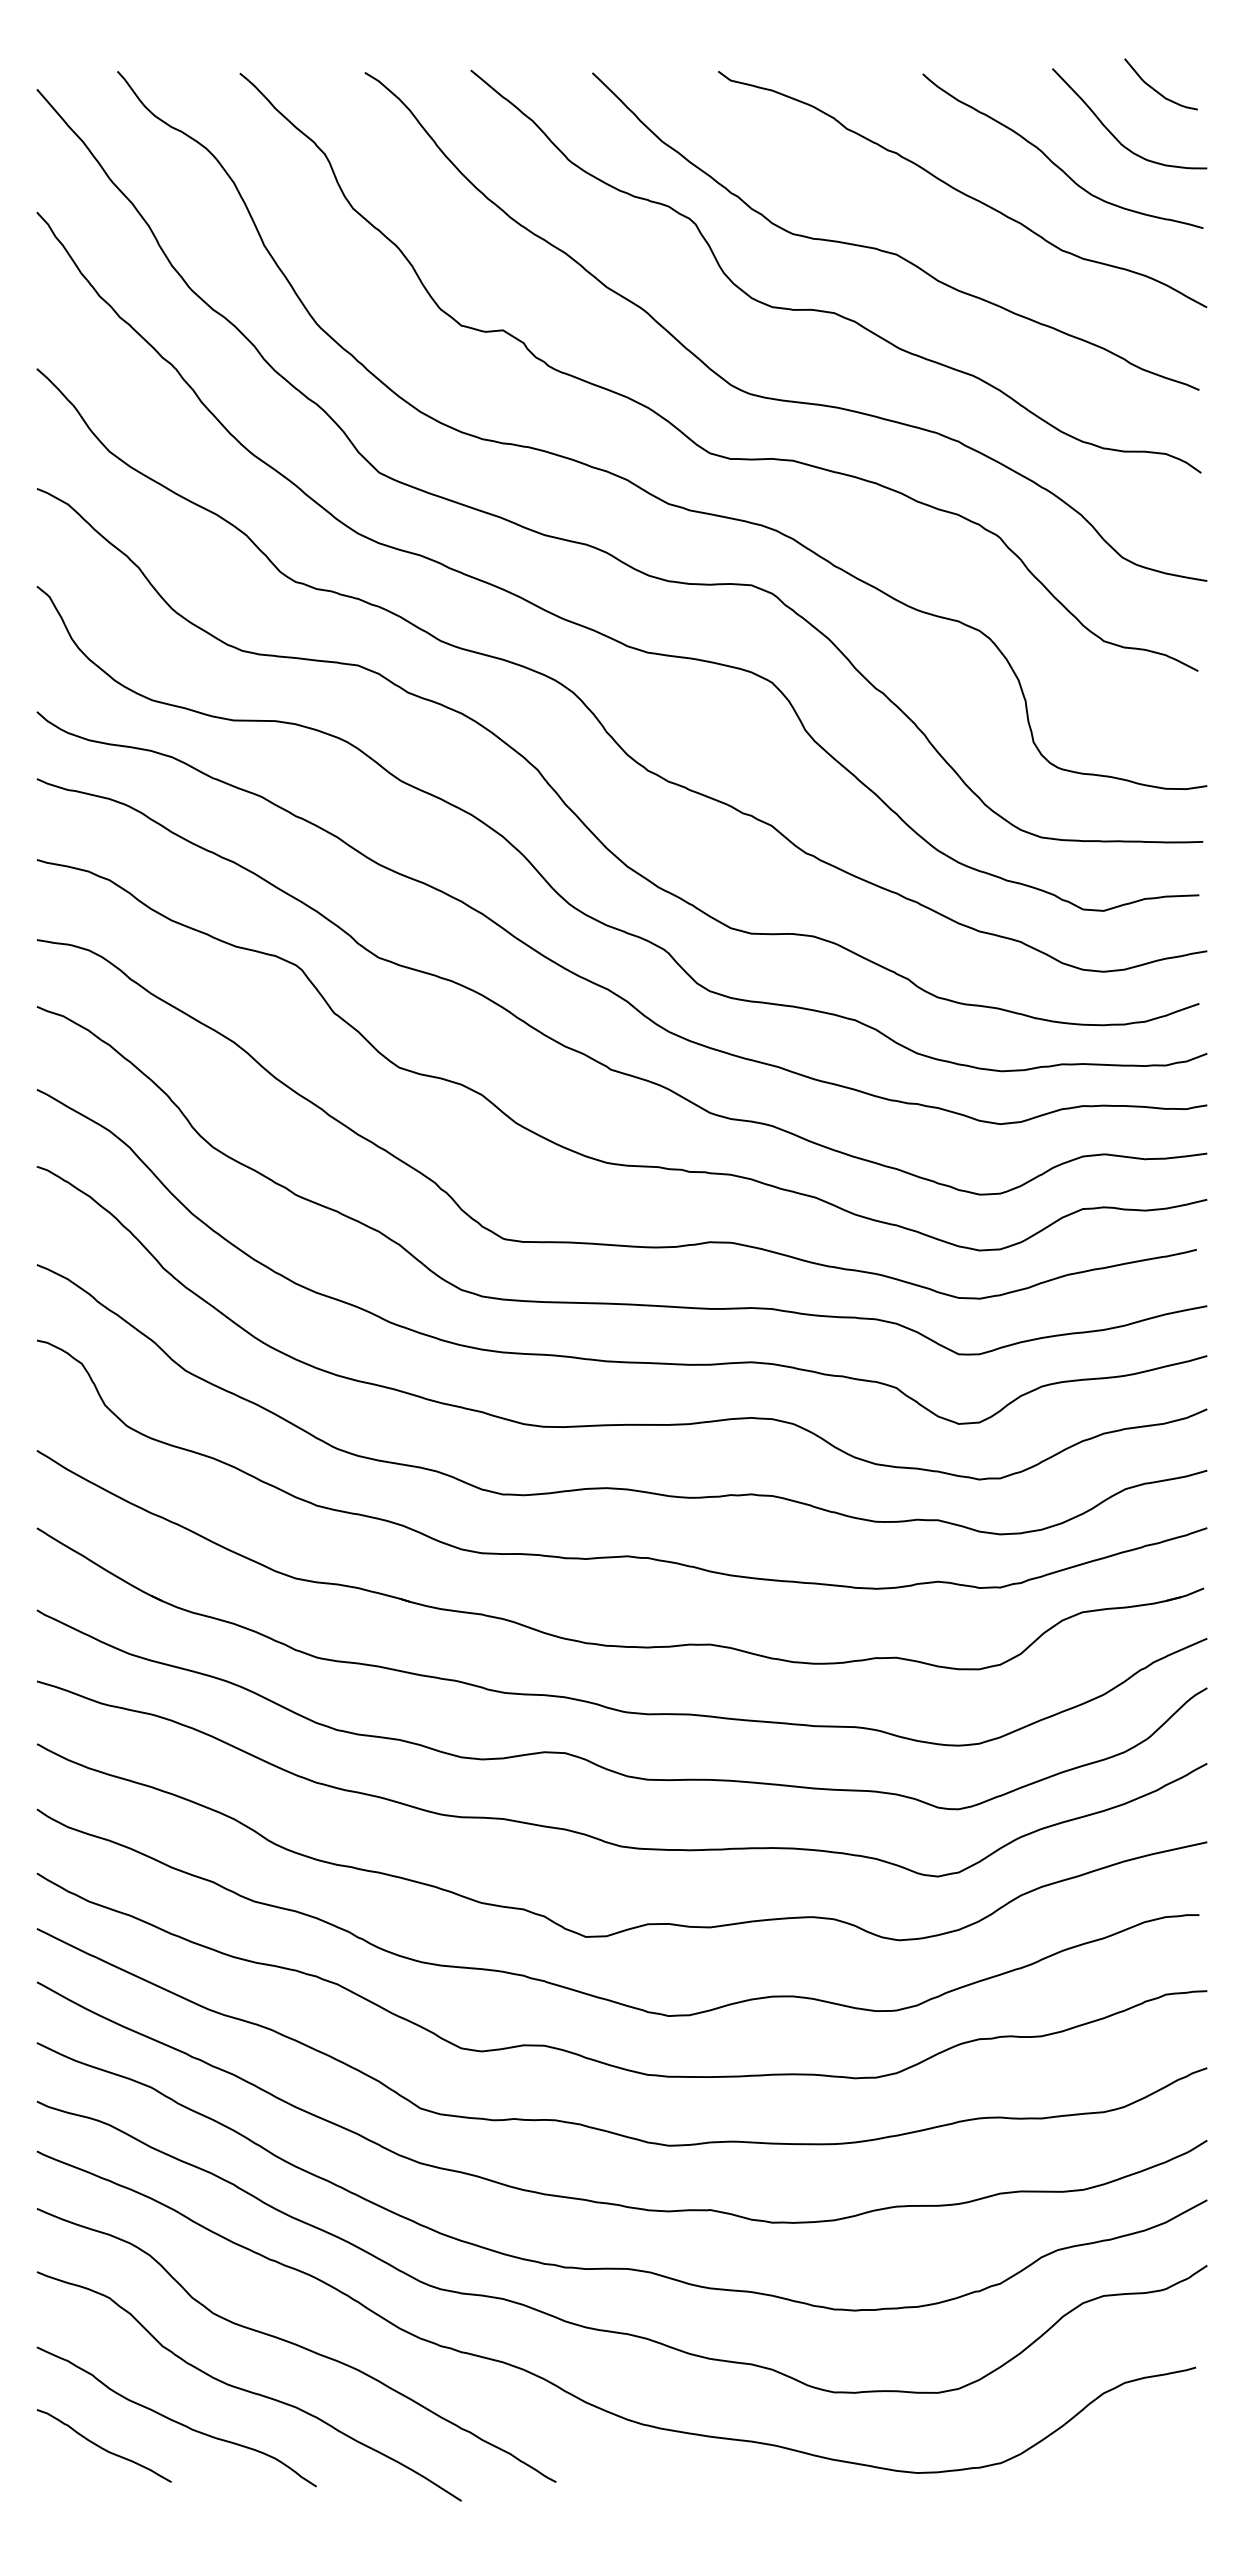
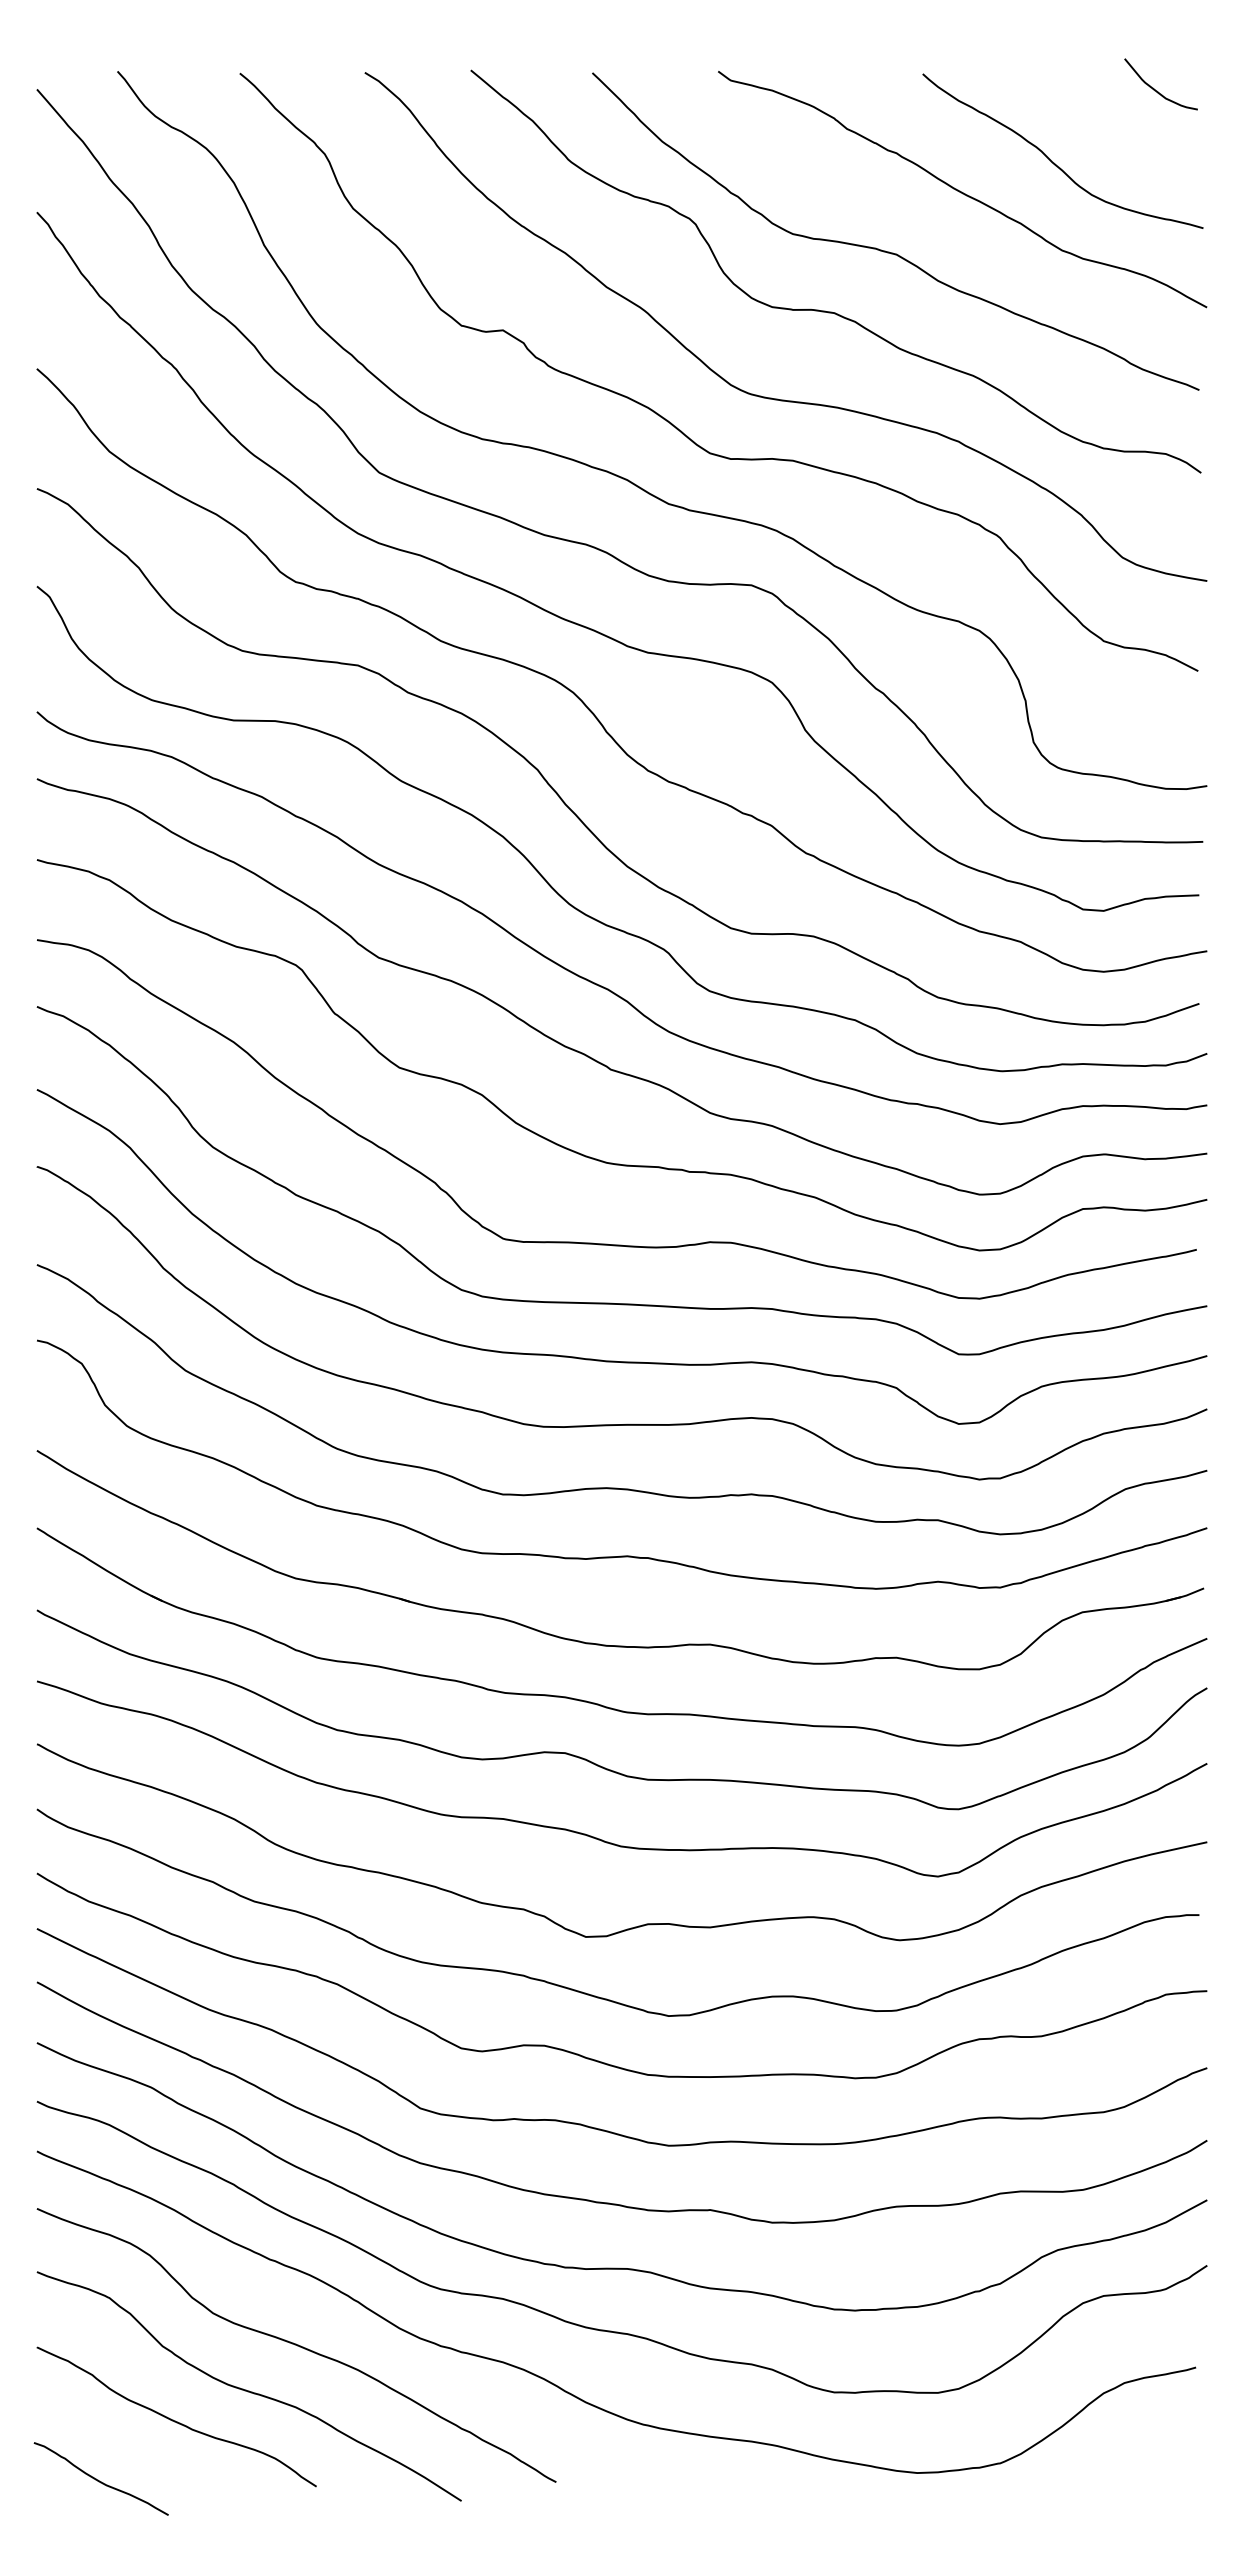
curve at (1113, 134): present -> none
curve at (101, 2446) position: (101, 2446) -> (98, 2479)
